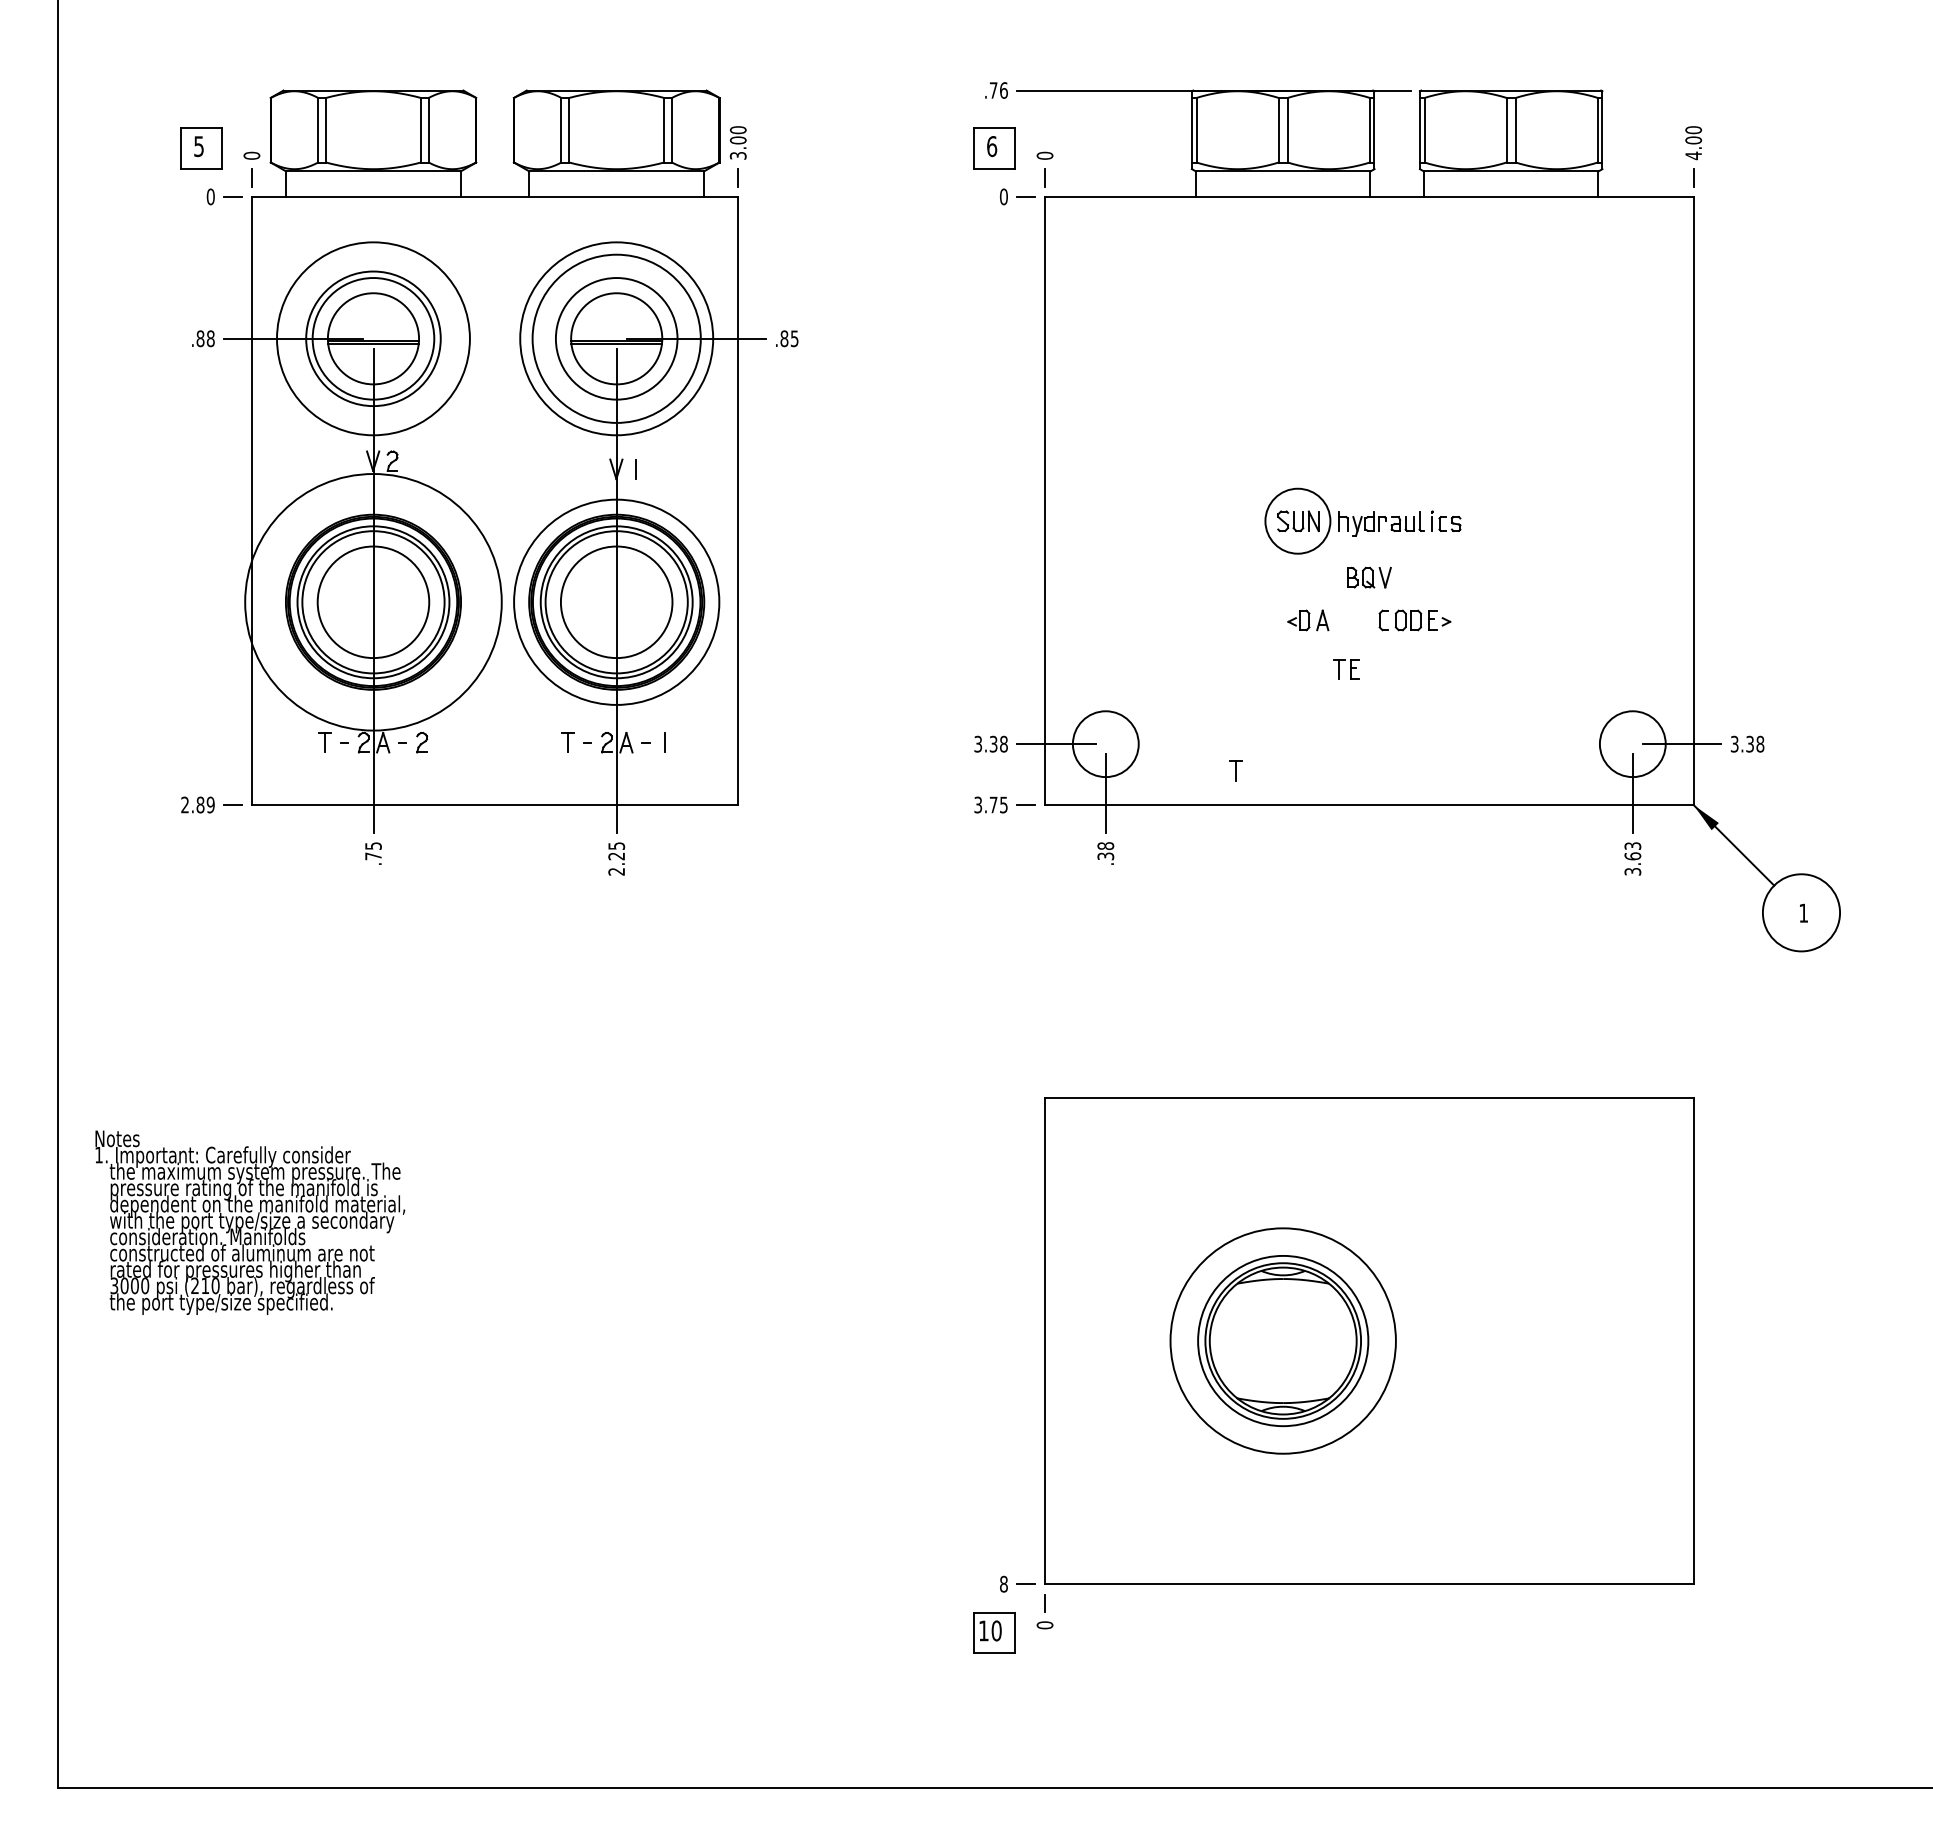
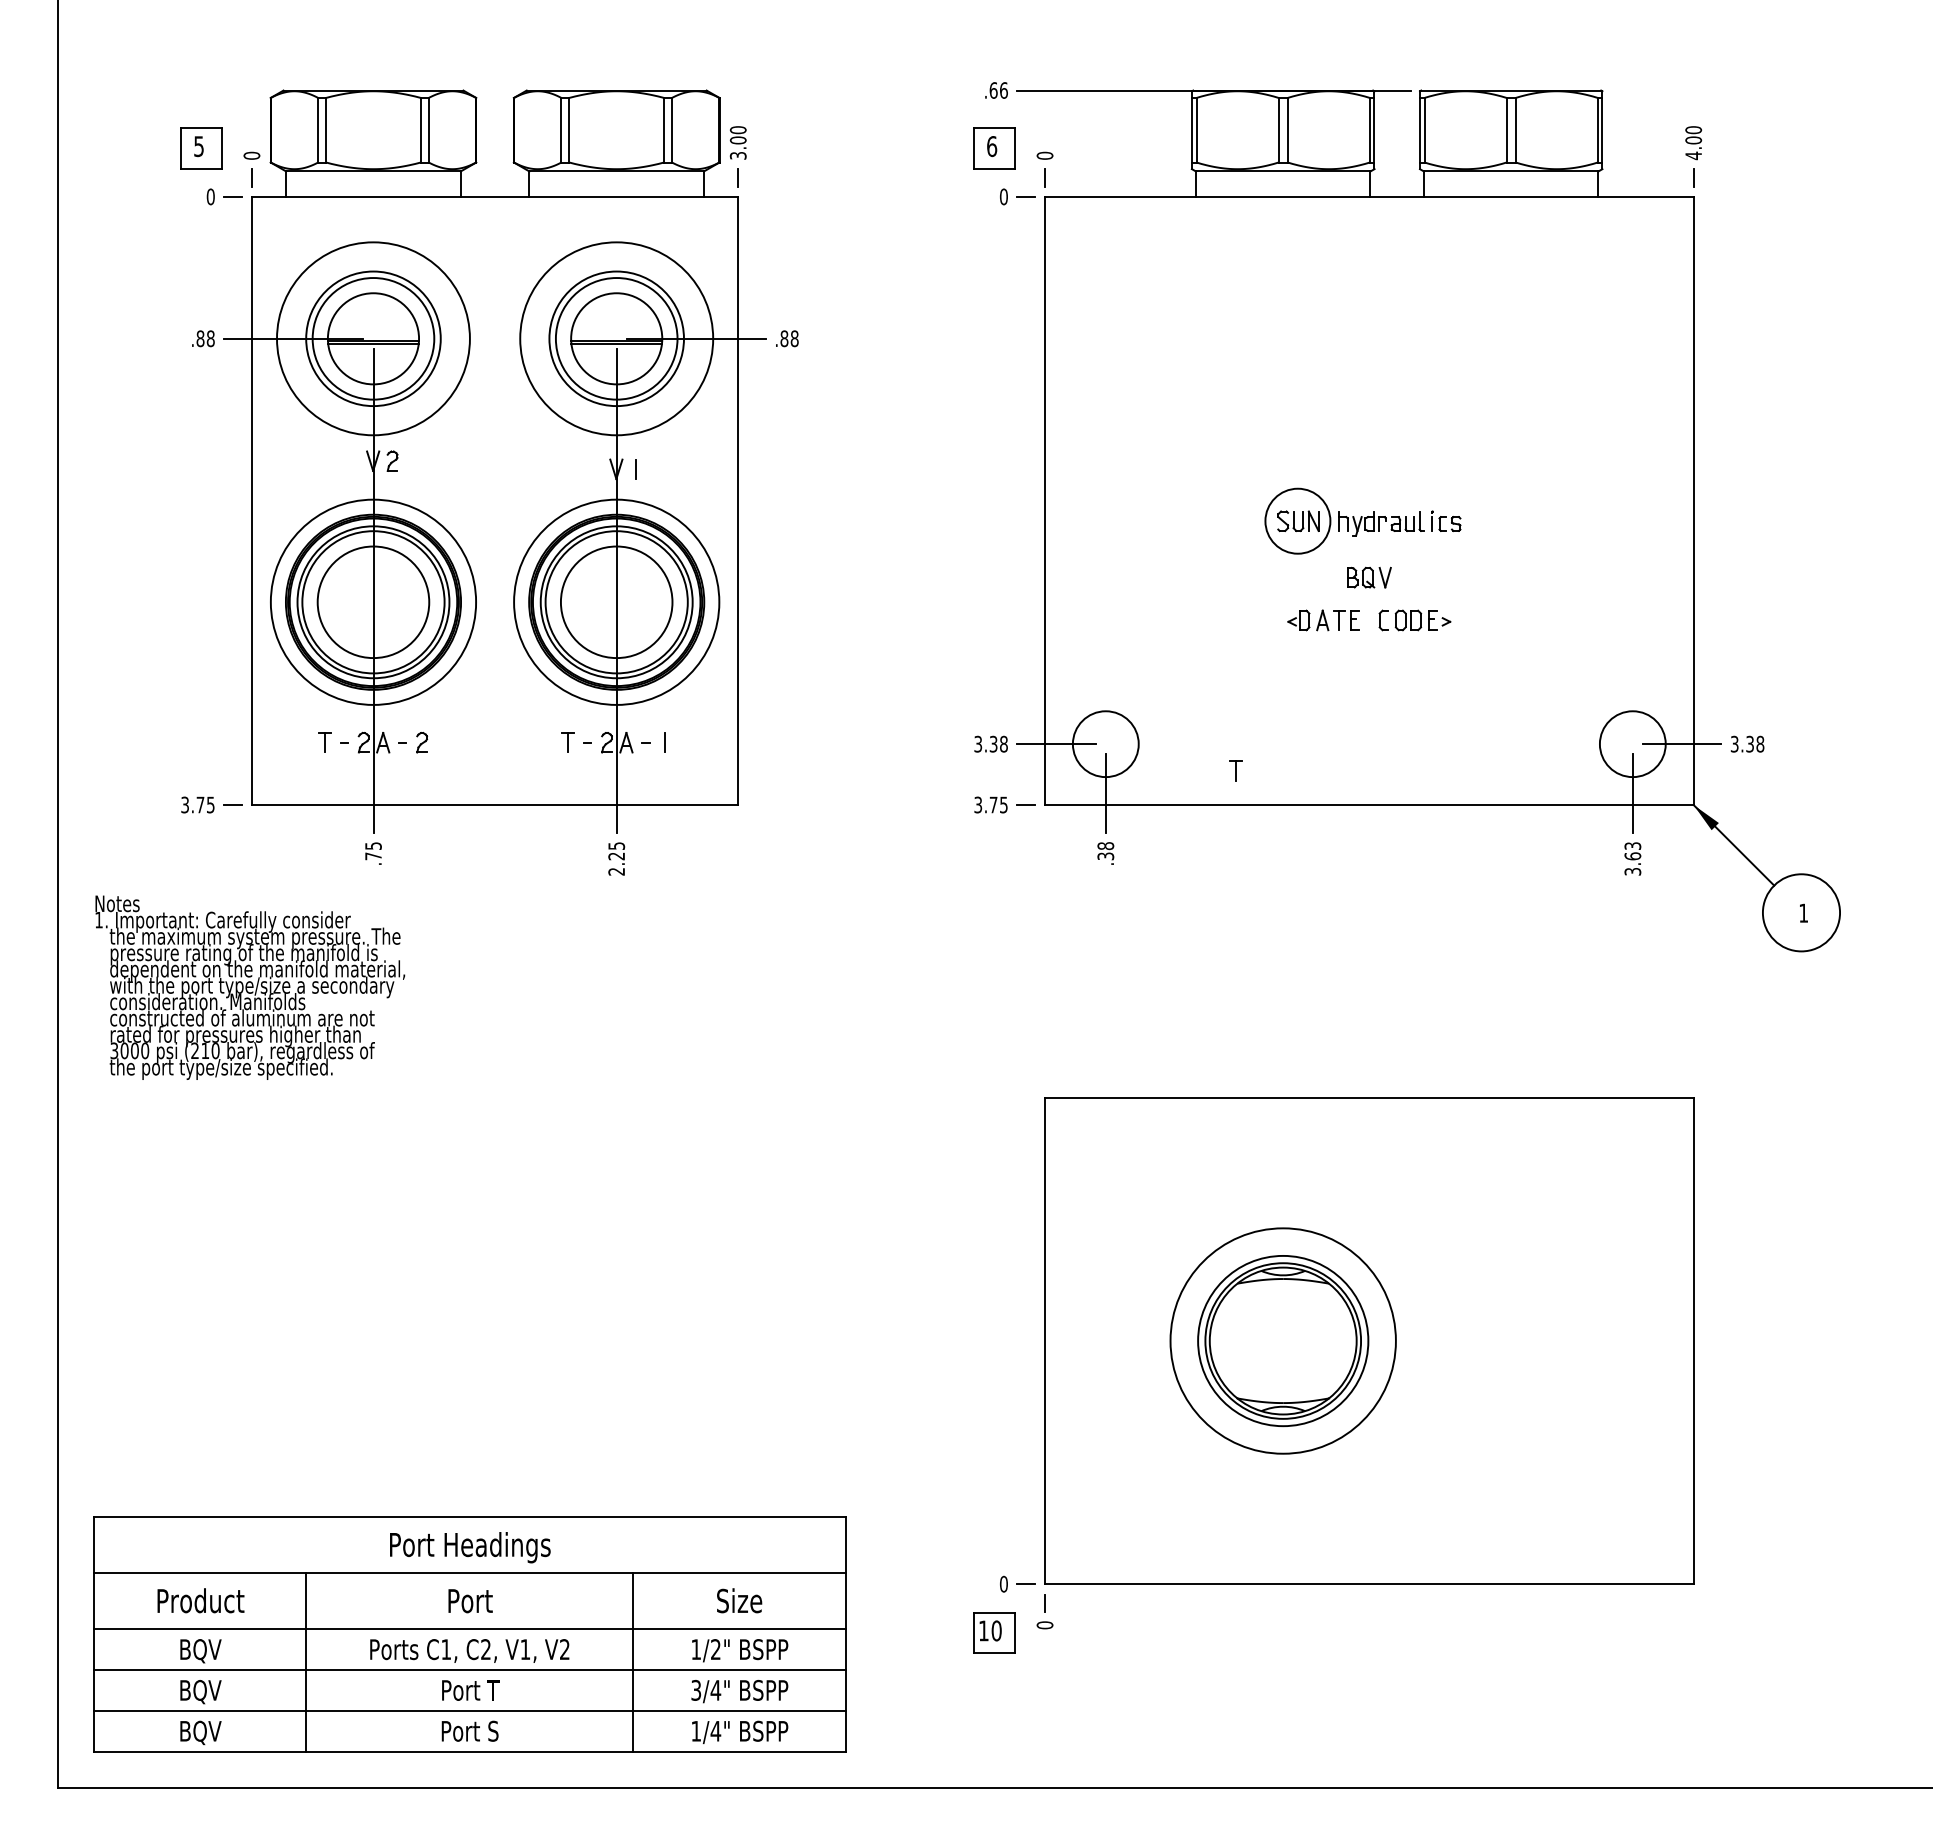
text at (993, 90): .76 -> .66
circle at (616, 338) diameter: 168 px -> 135 px
text at (794, 338): .85 -> .88
circle at (373, 602) diameter: 257 px -> 205 px
part at (1346, 669) position: (1346, 669) -> (1346, 620)
text at (197, 804): 2.89 -> 3.75
text at (250, 1222) position: (250, 1222) -> (250, 987)
text at (1003, 1584): 8 -> 0
part at (469, 1634): none -> present
